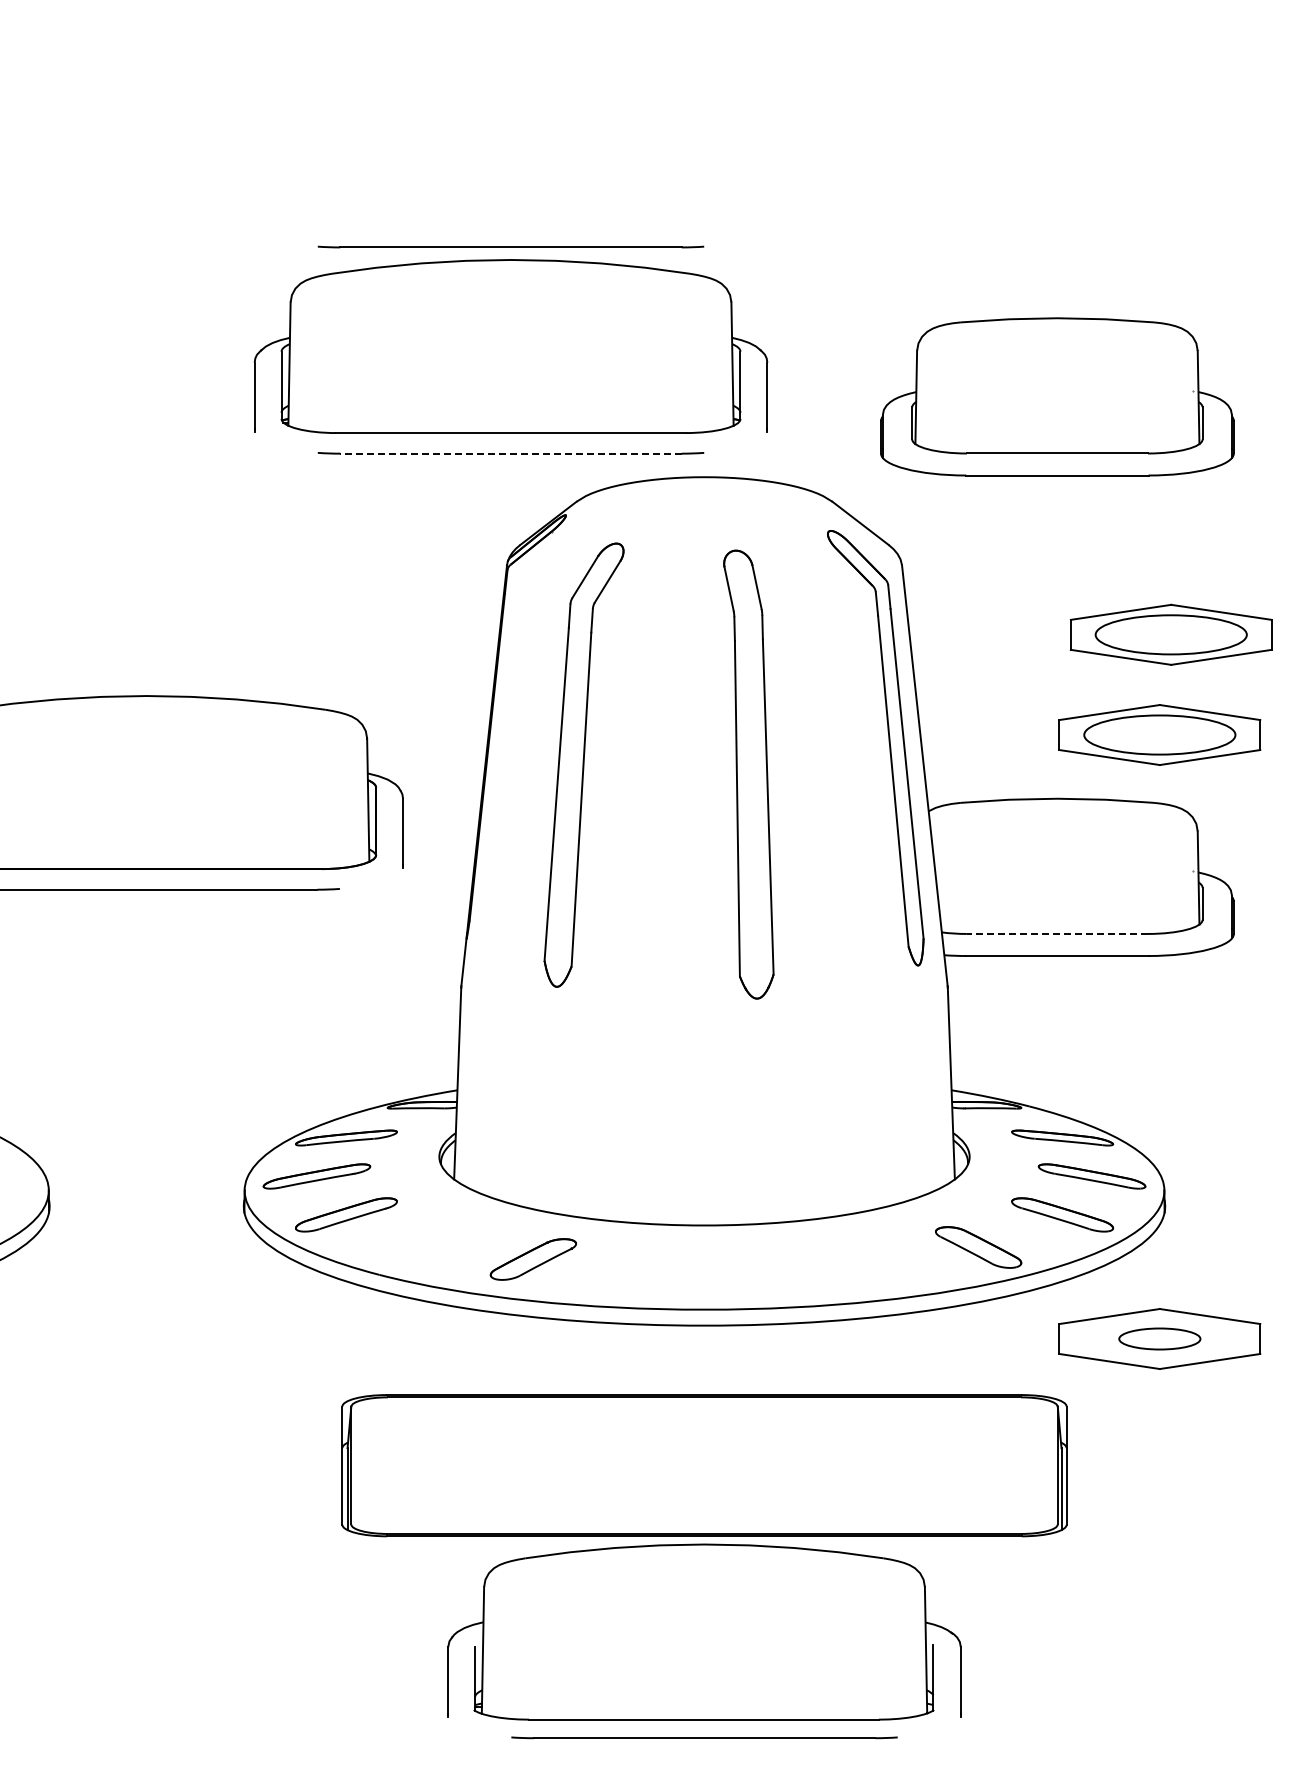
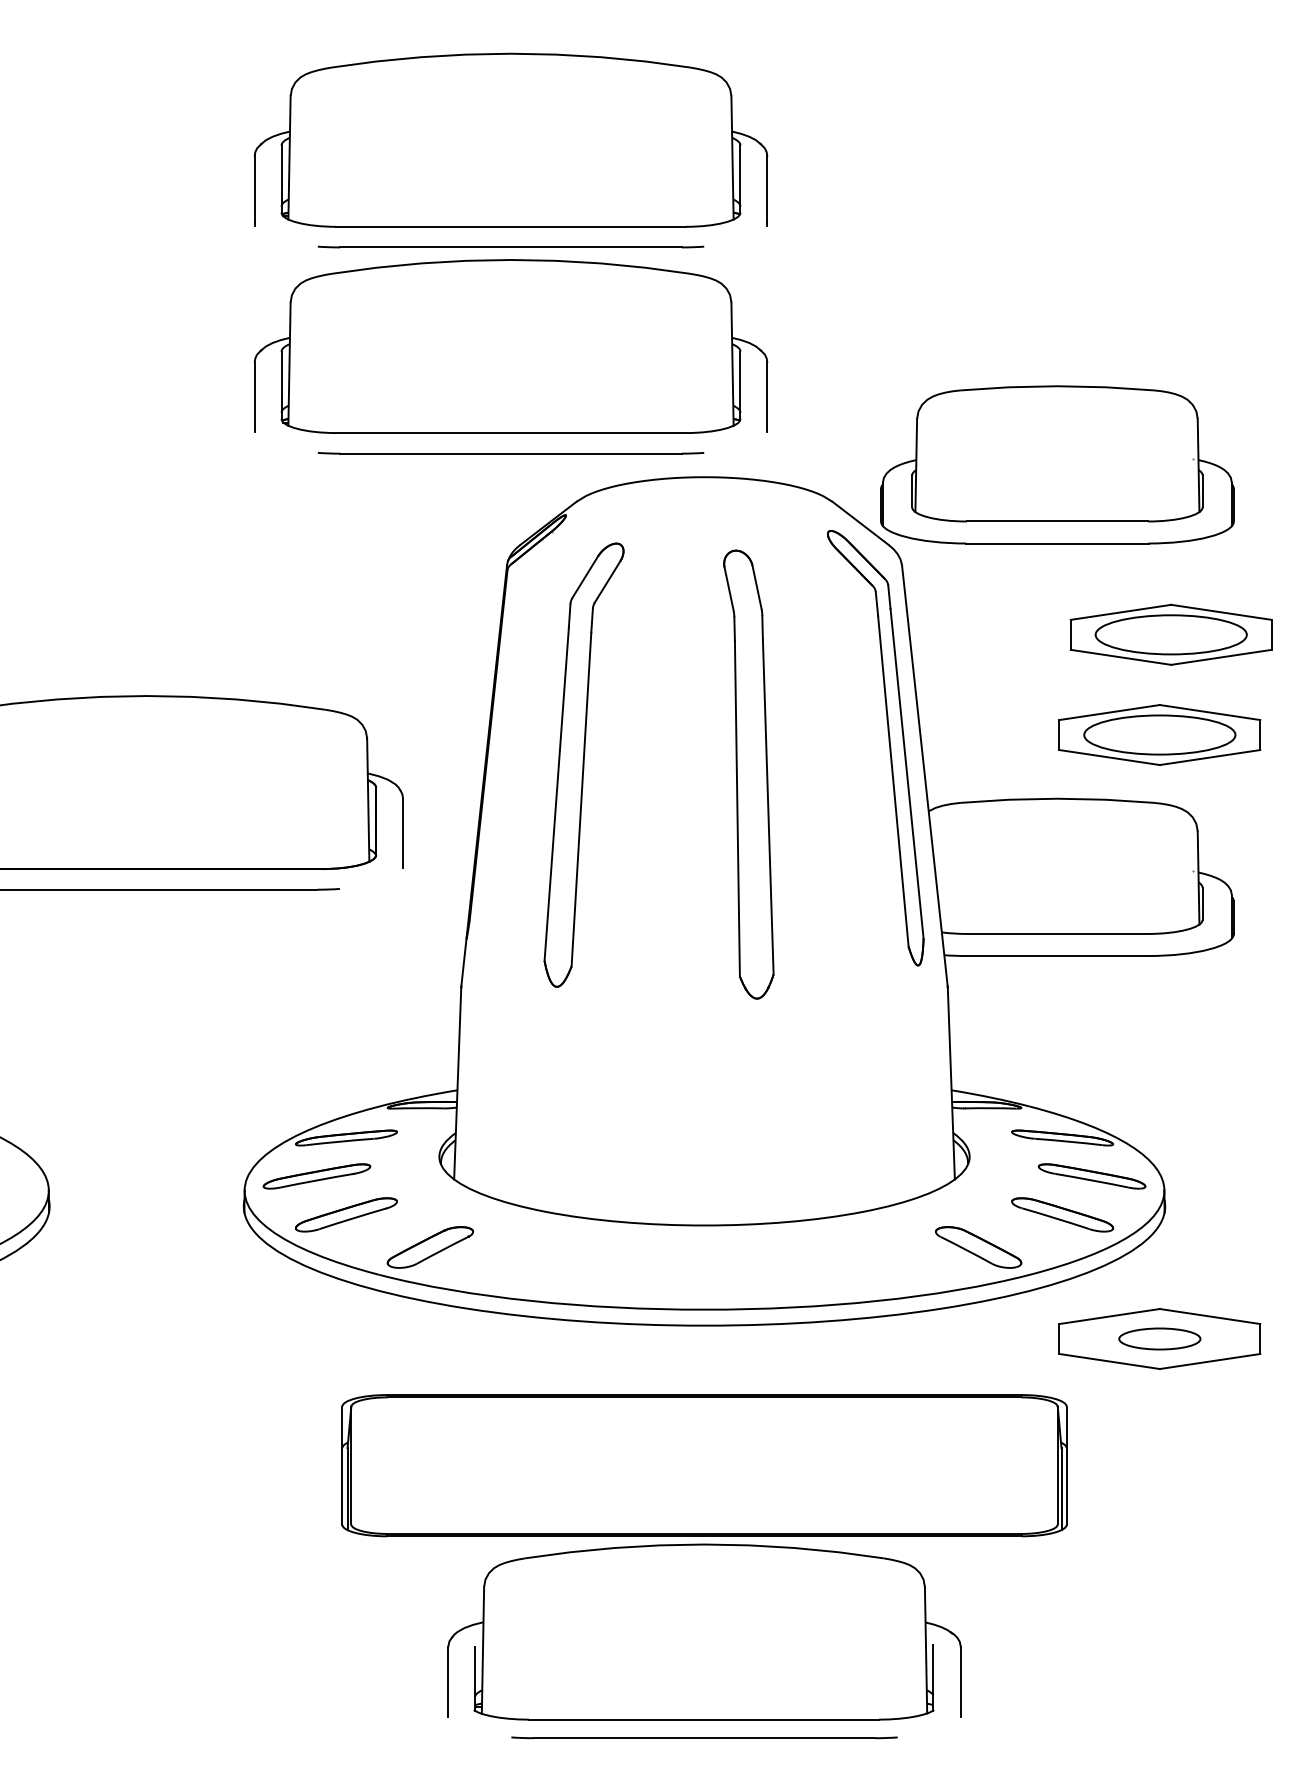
part at (510, 139): none -> present
part at (1057, 396) position: (1057, 396) -> (1057, 464)
line at (511, 453): dashed -> solid
line at (1057, 933): dashed -> solid
part at (533, 1259) position: (533, 1259) -> (430, 1247)
